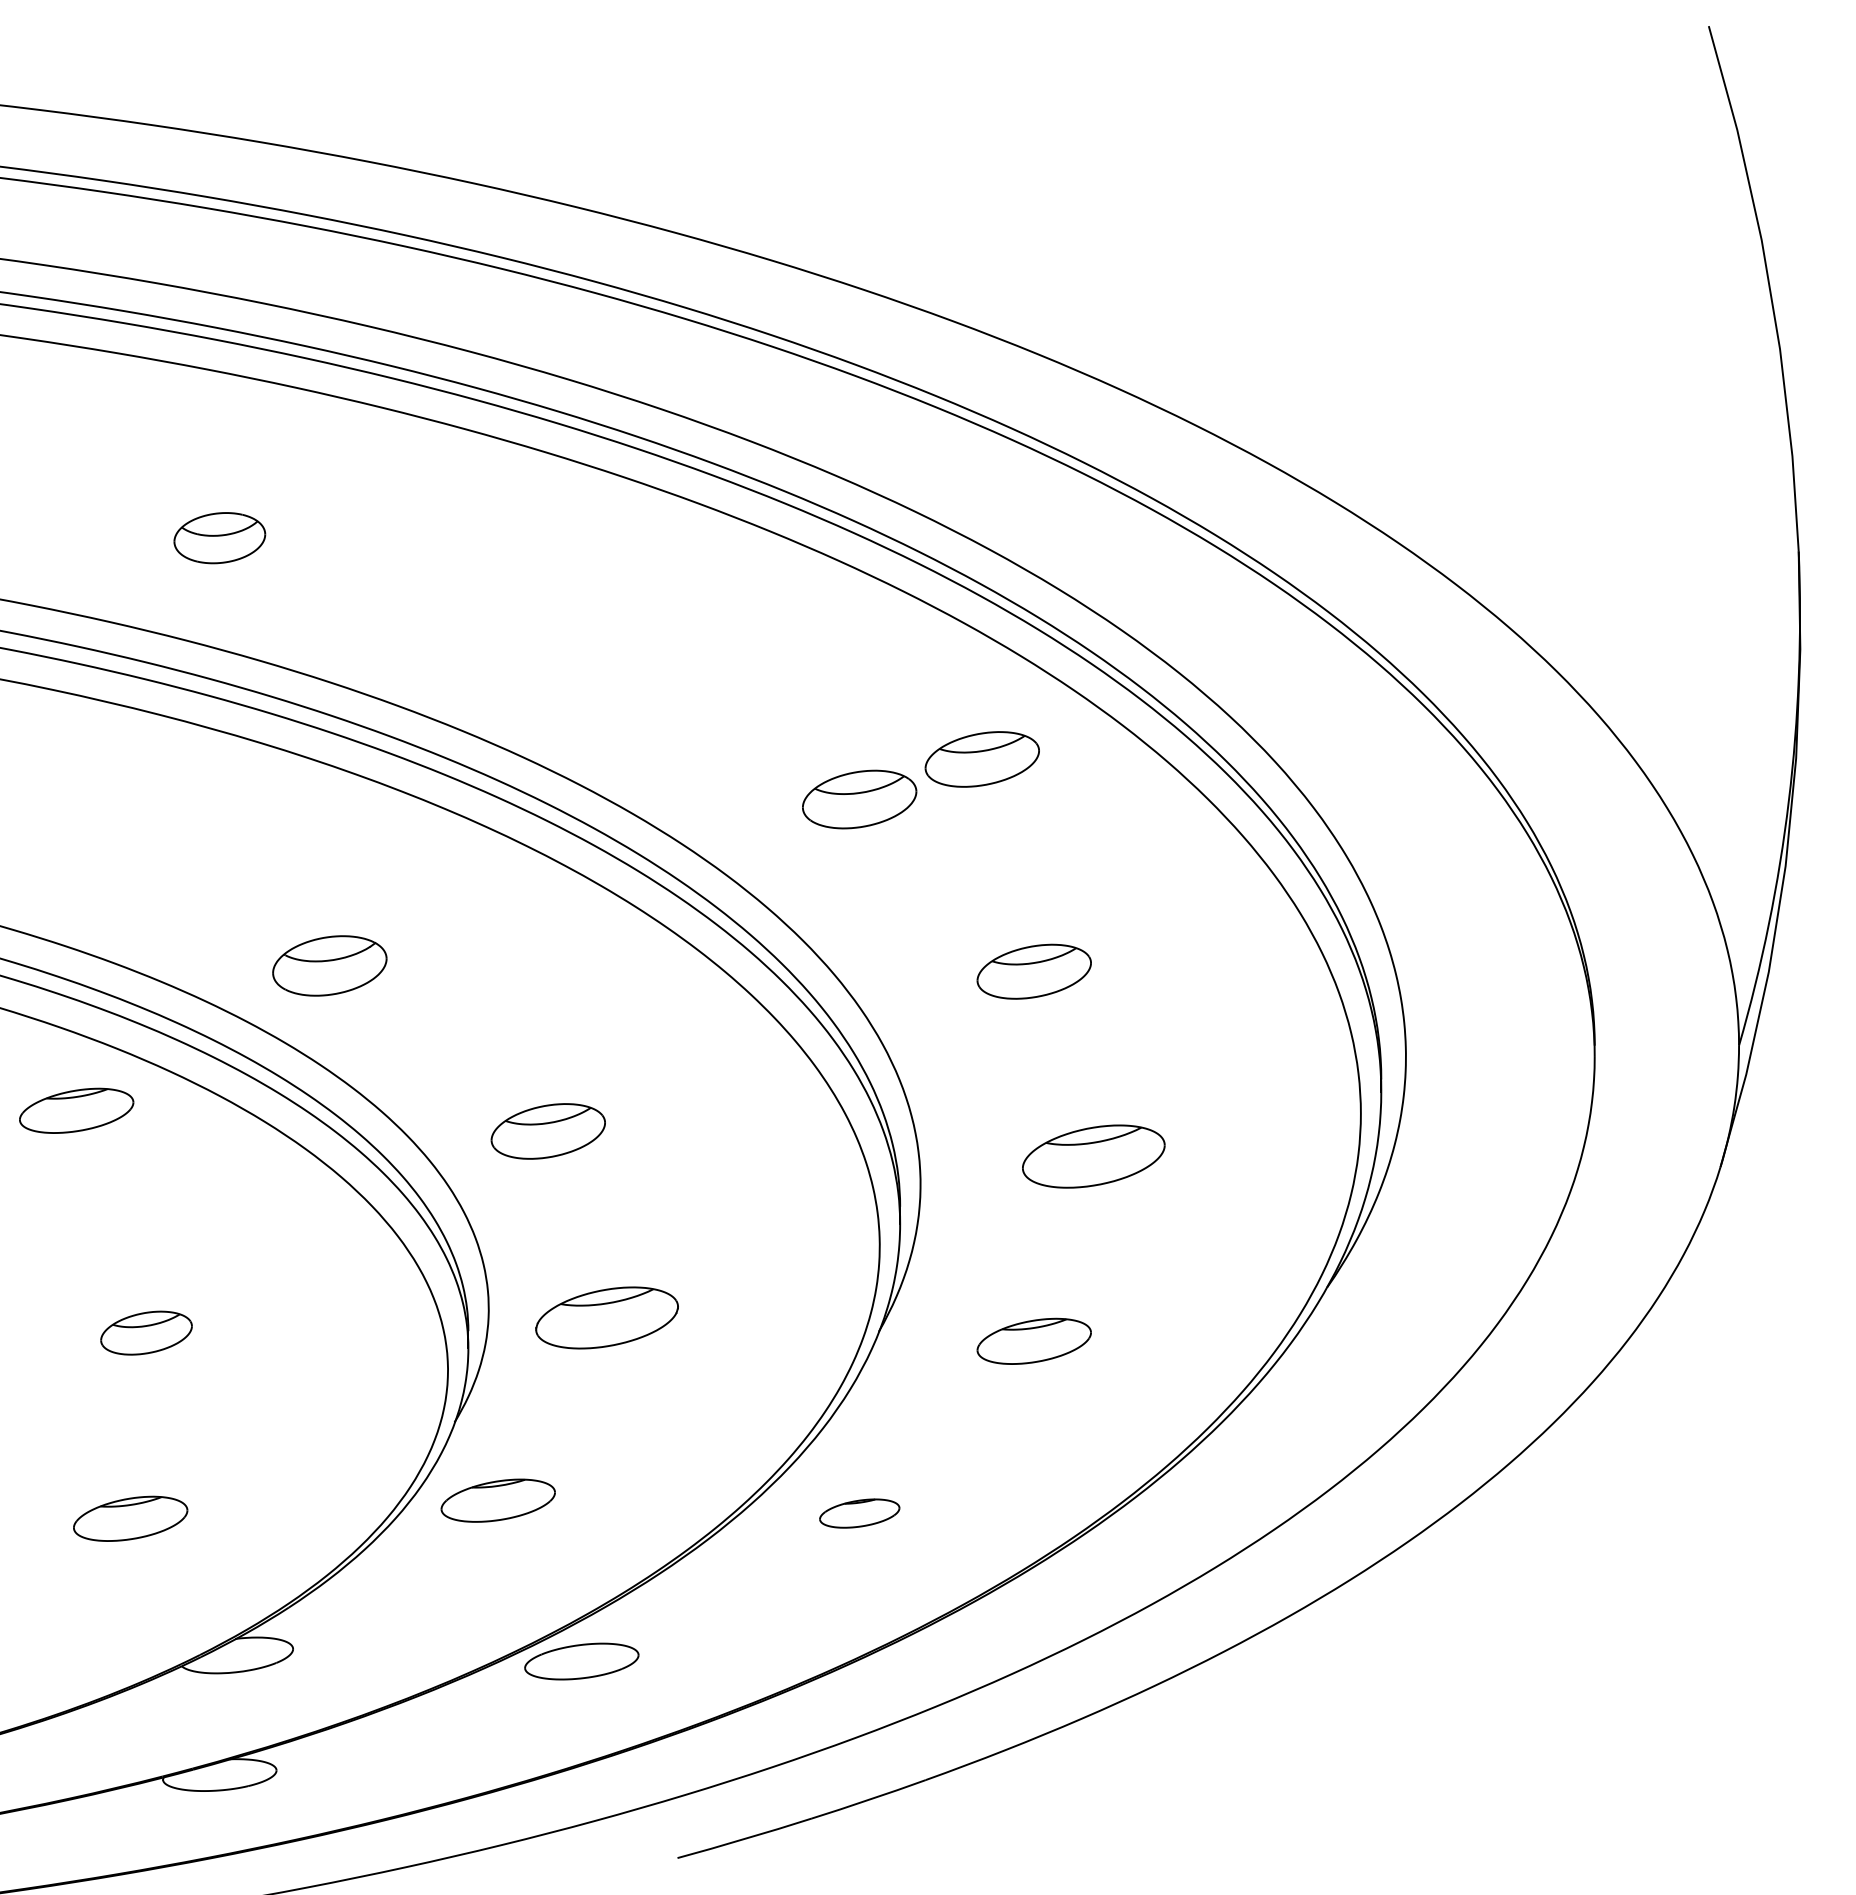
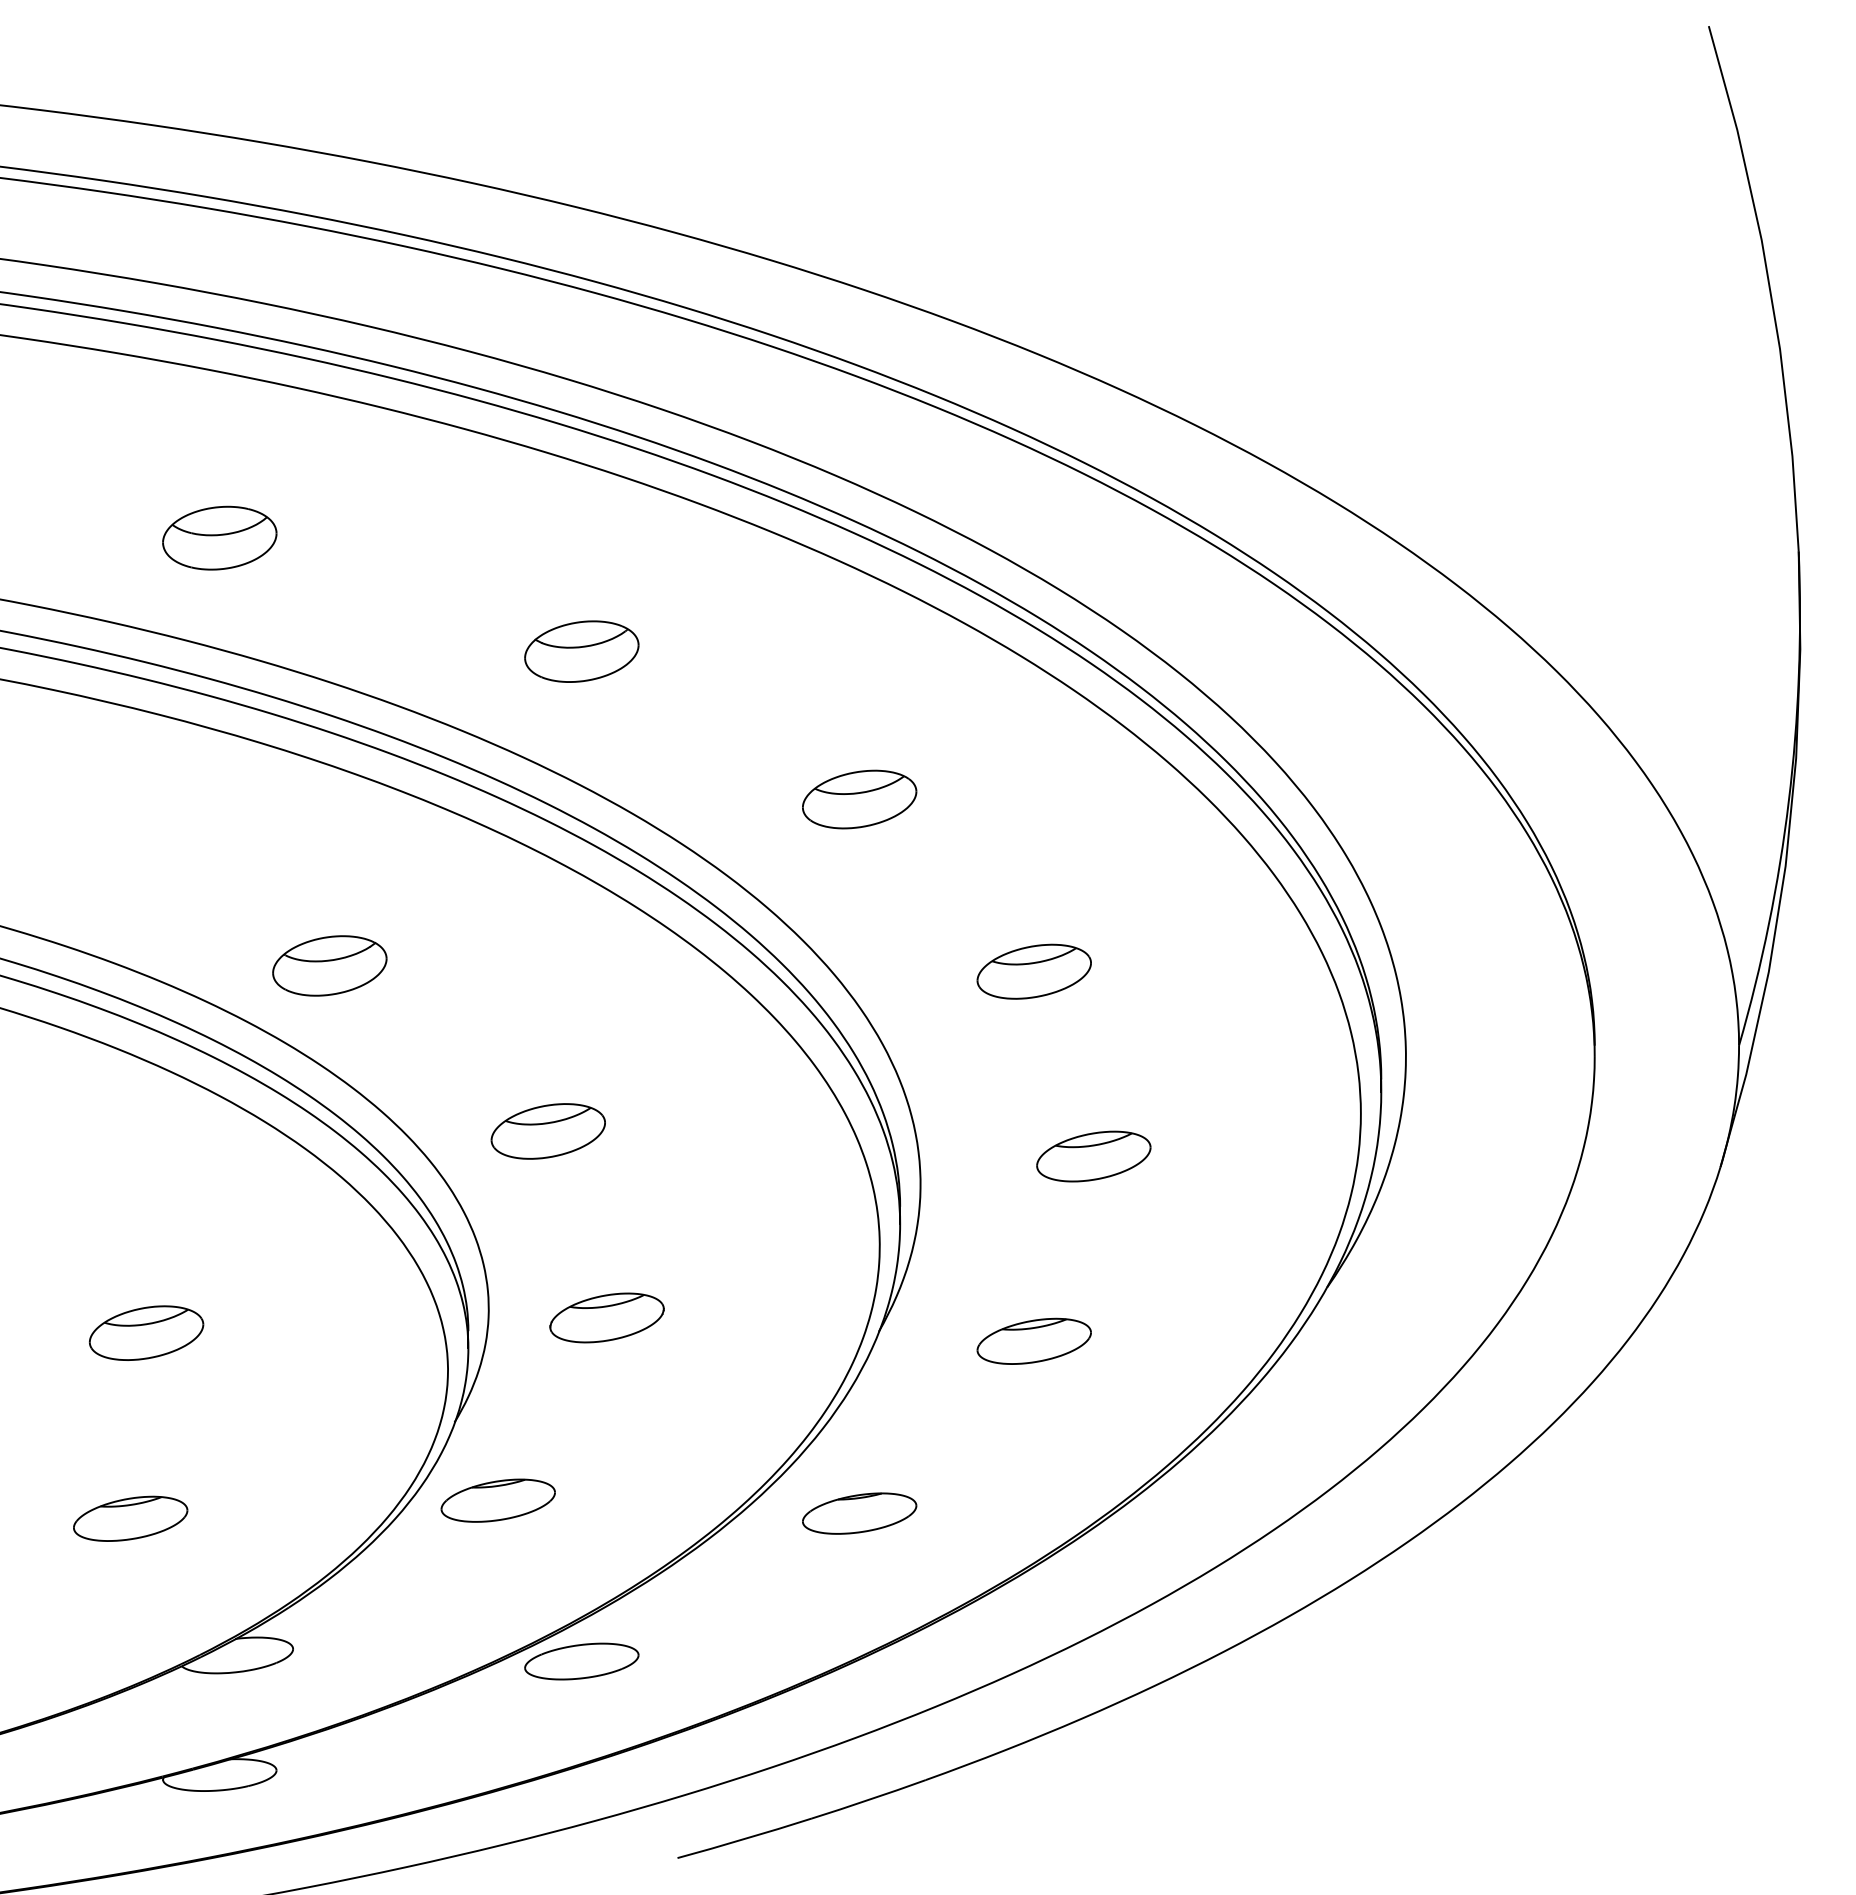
part at (219, 538) size: 94x53 px -> 116x66 px
part at (581, 651): none -> present
part at (981, 759): present -> none
part at (76, 1110): present -> none
part at (1093, 1156) size: 144x65 px -> 116x53 px
part at (606, 1317) size: 144x64 px -> 116x52 px
part at (146, 1332) size: 93x46 px -> 117x56 px
part at (859, 1513) size: 82x31 px -> 116x43 px
